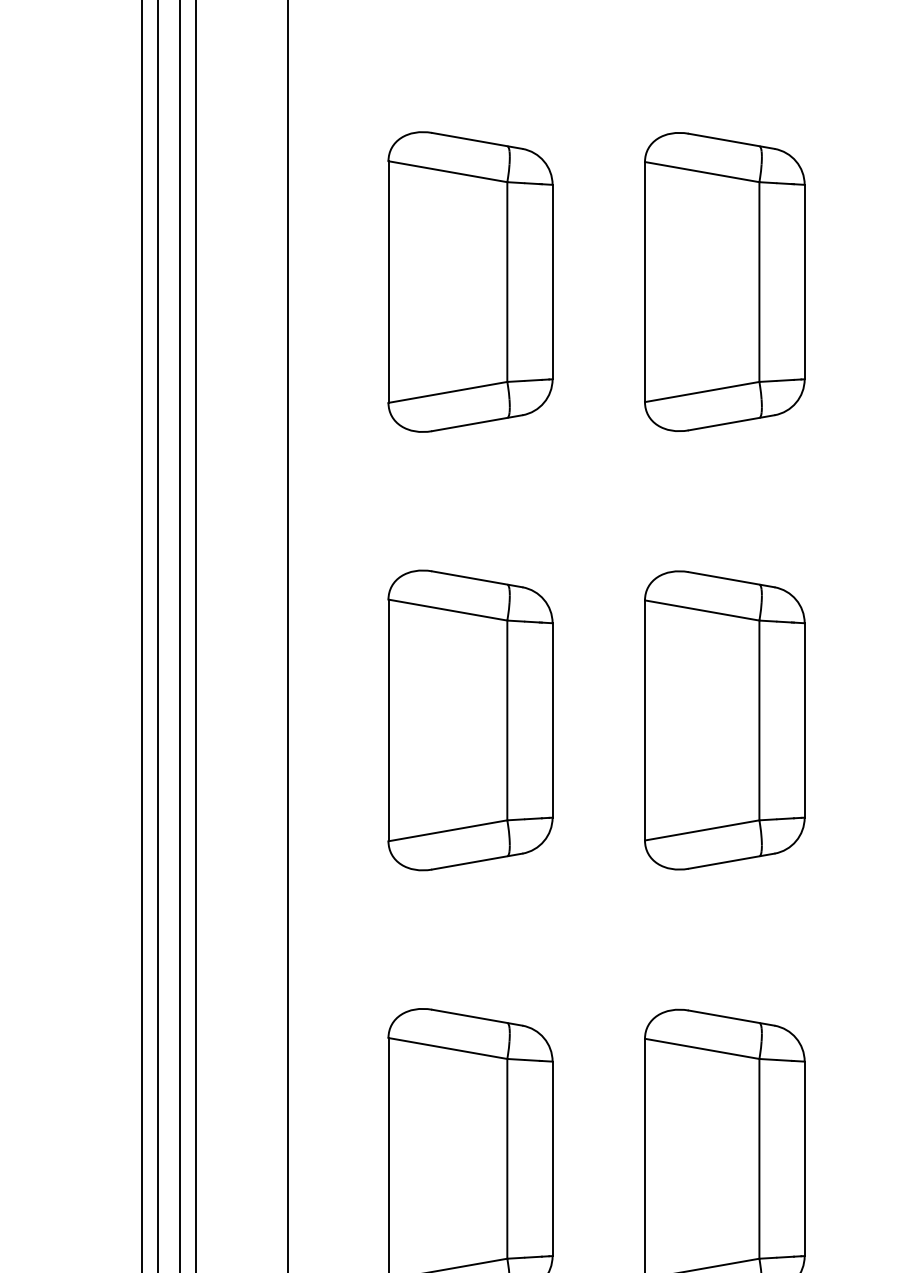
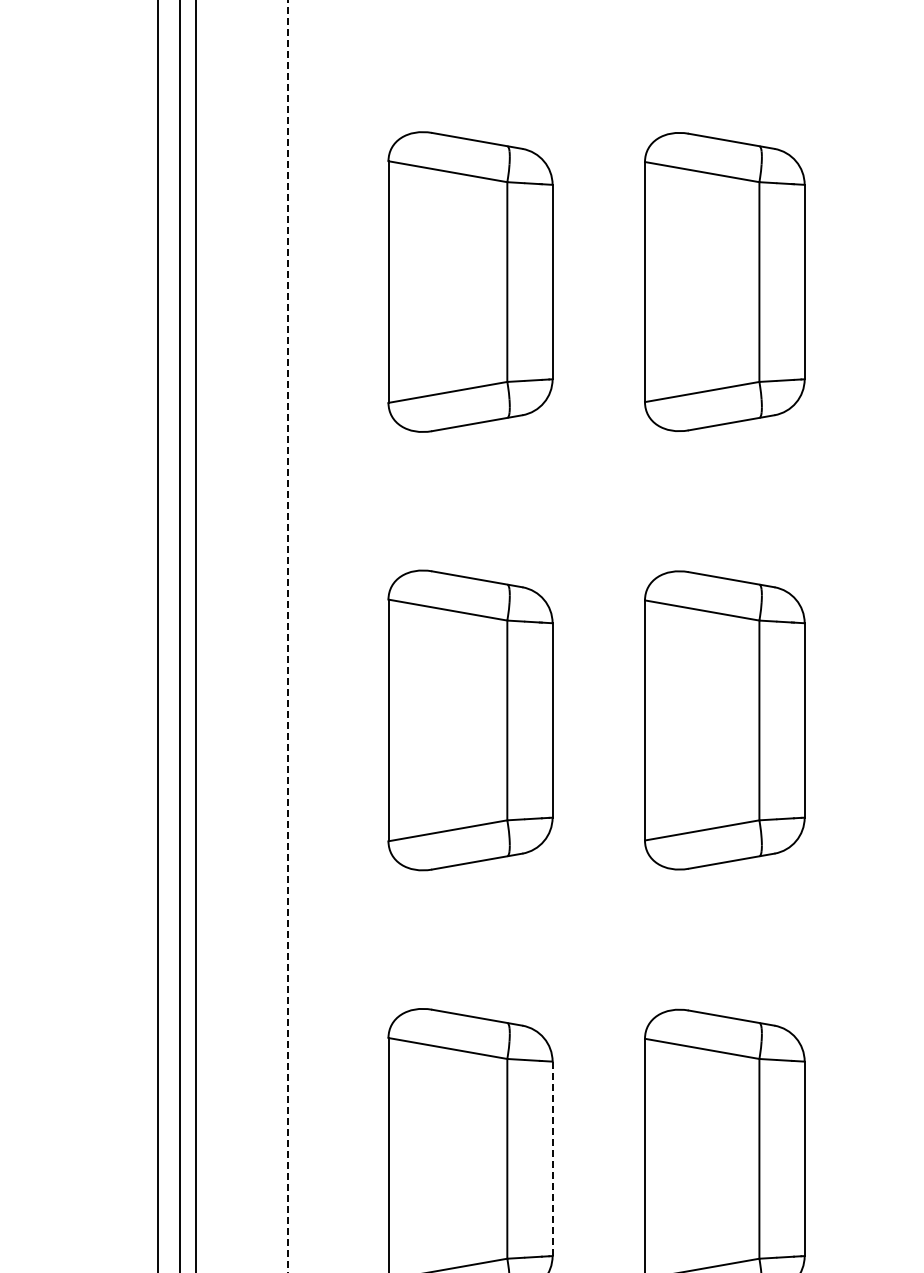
line at (141, 635): present -> none
line at (287, 635): solid -> dashed
line at (552, 1159): solid -> dashed
